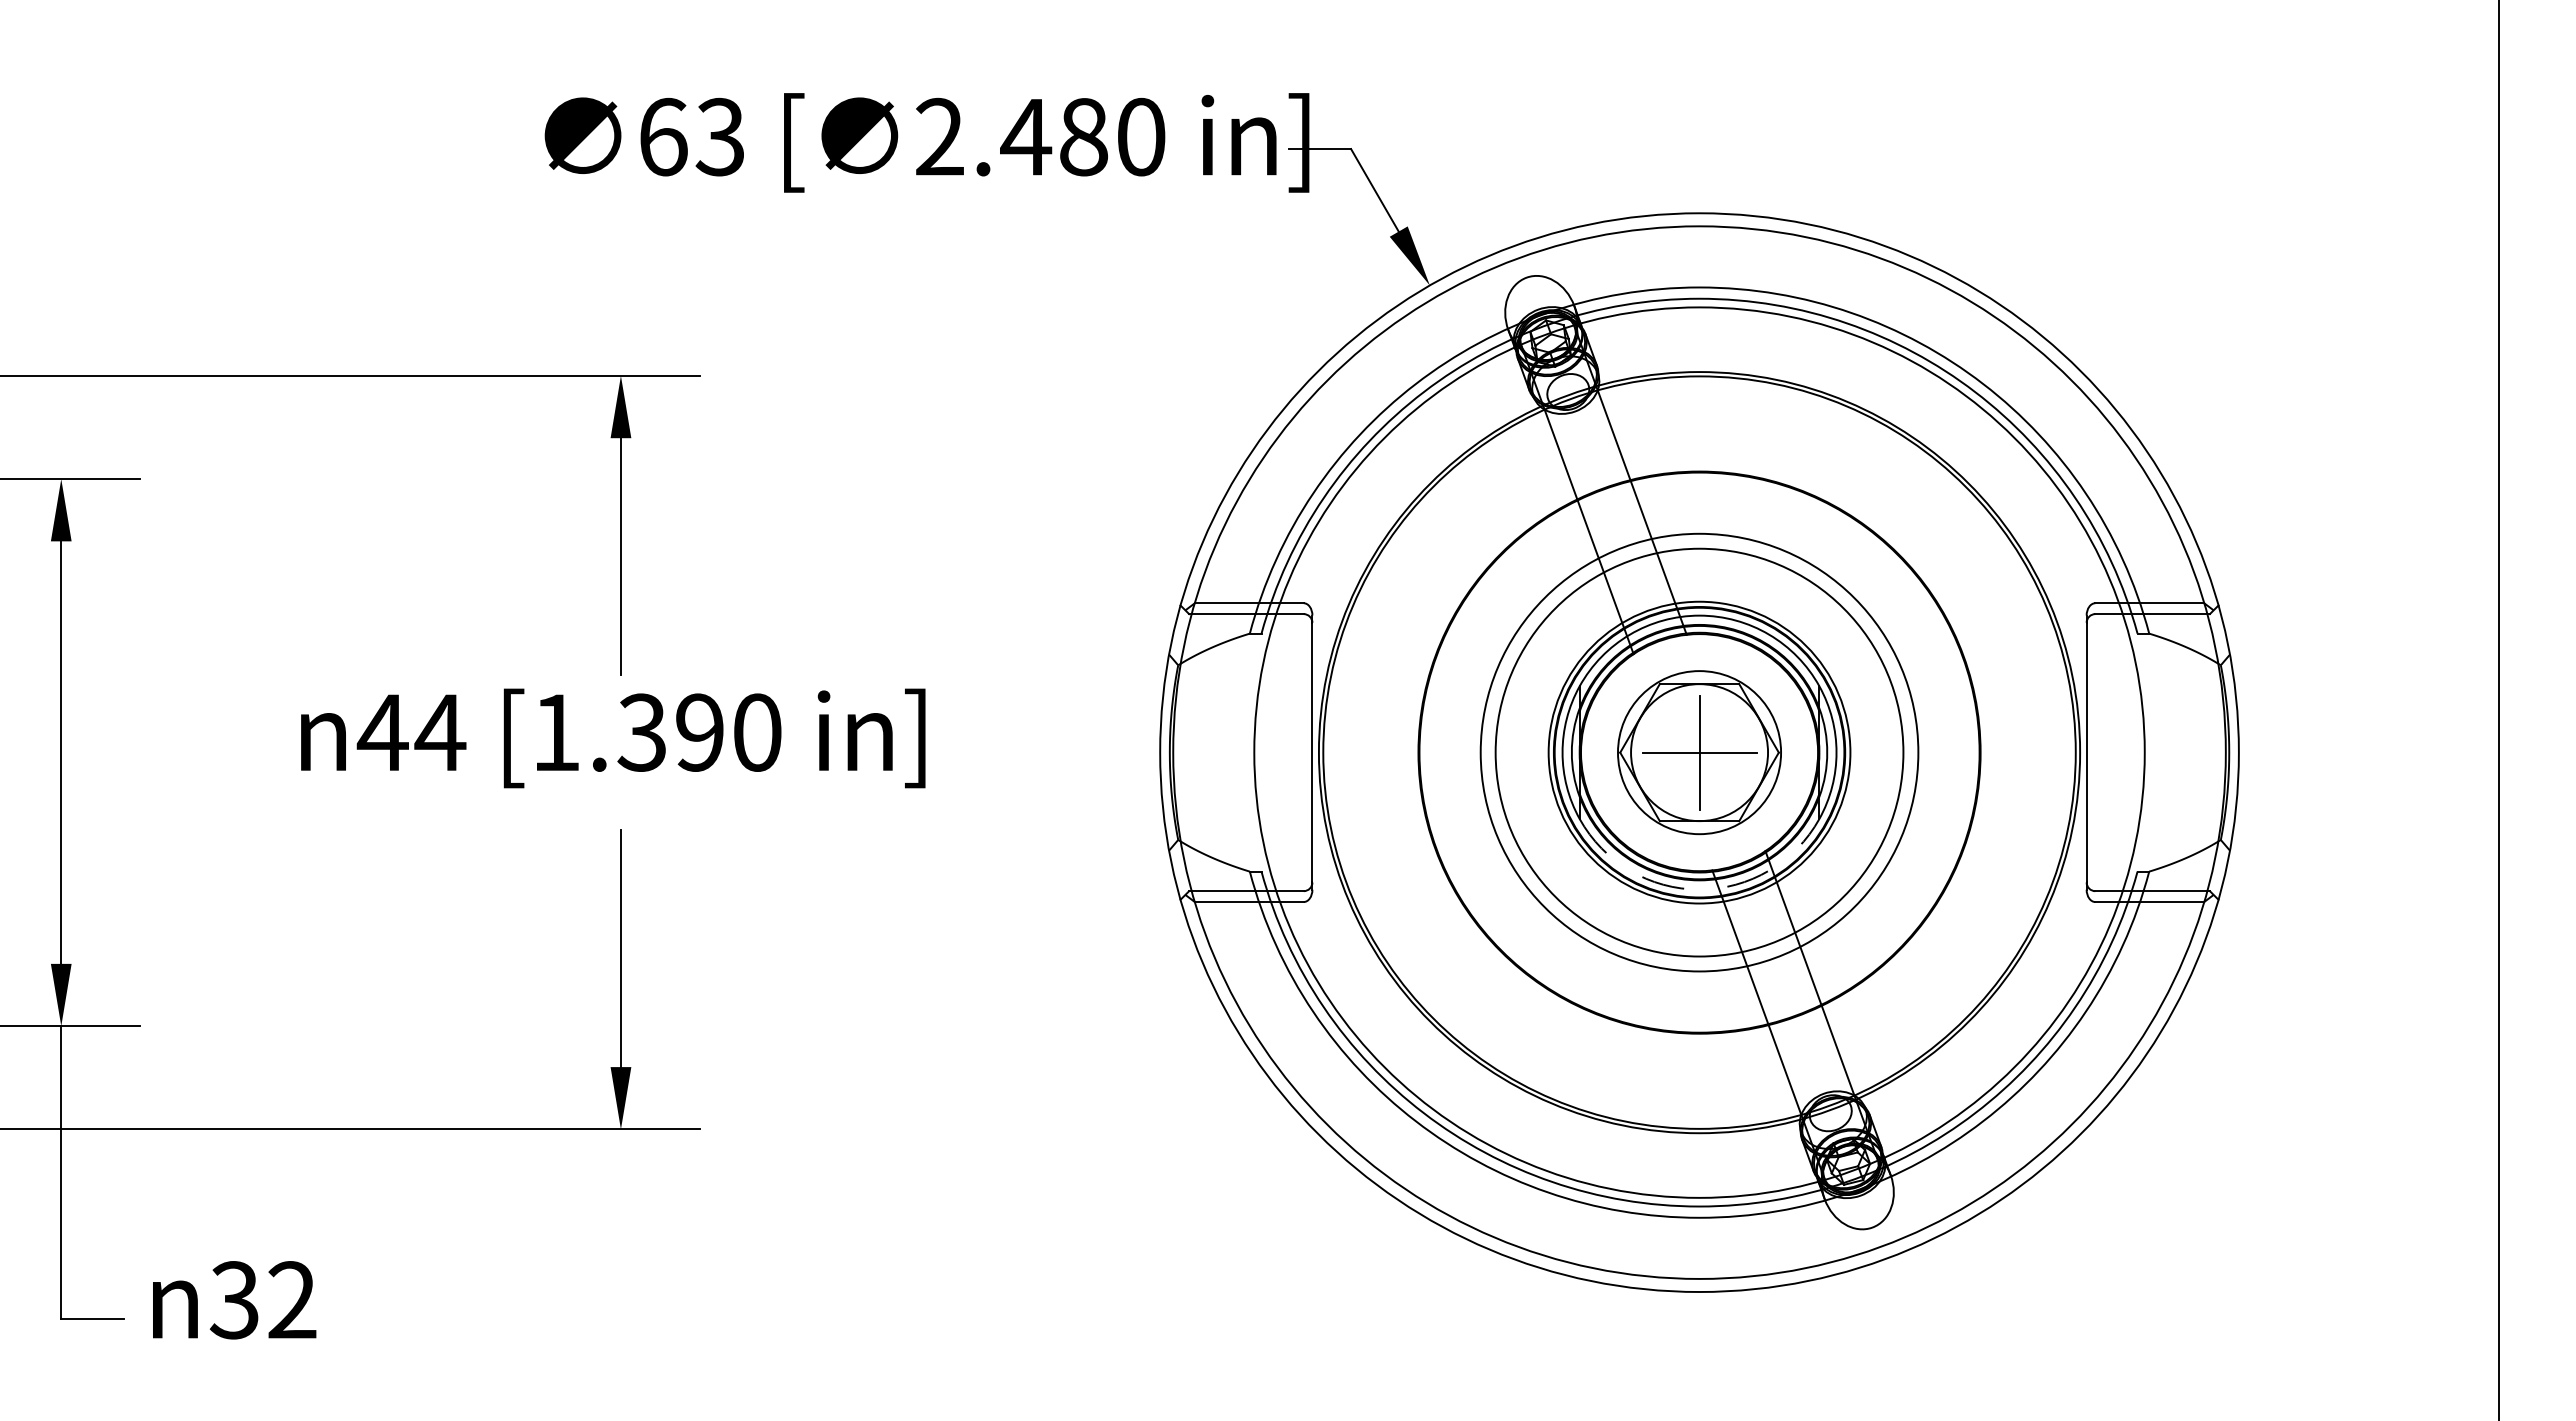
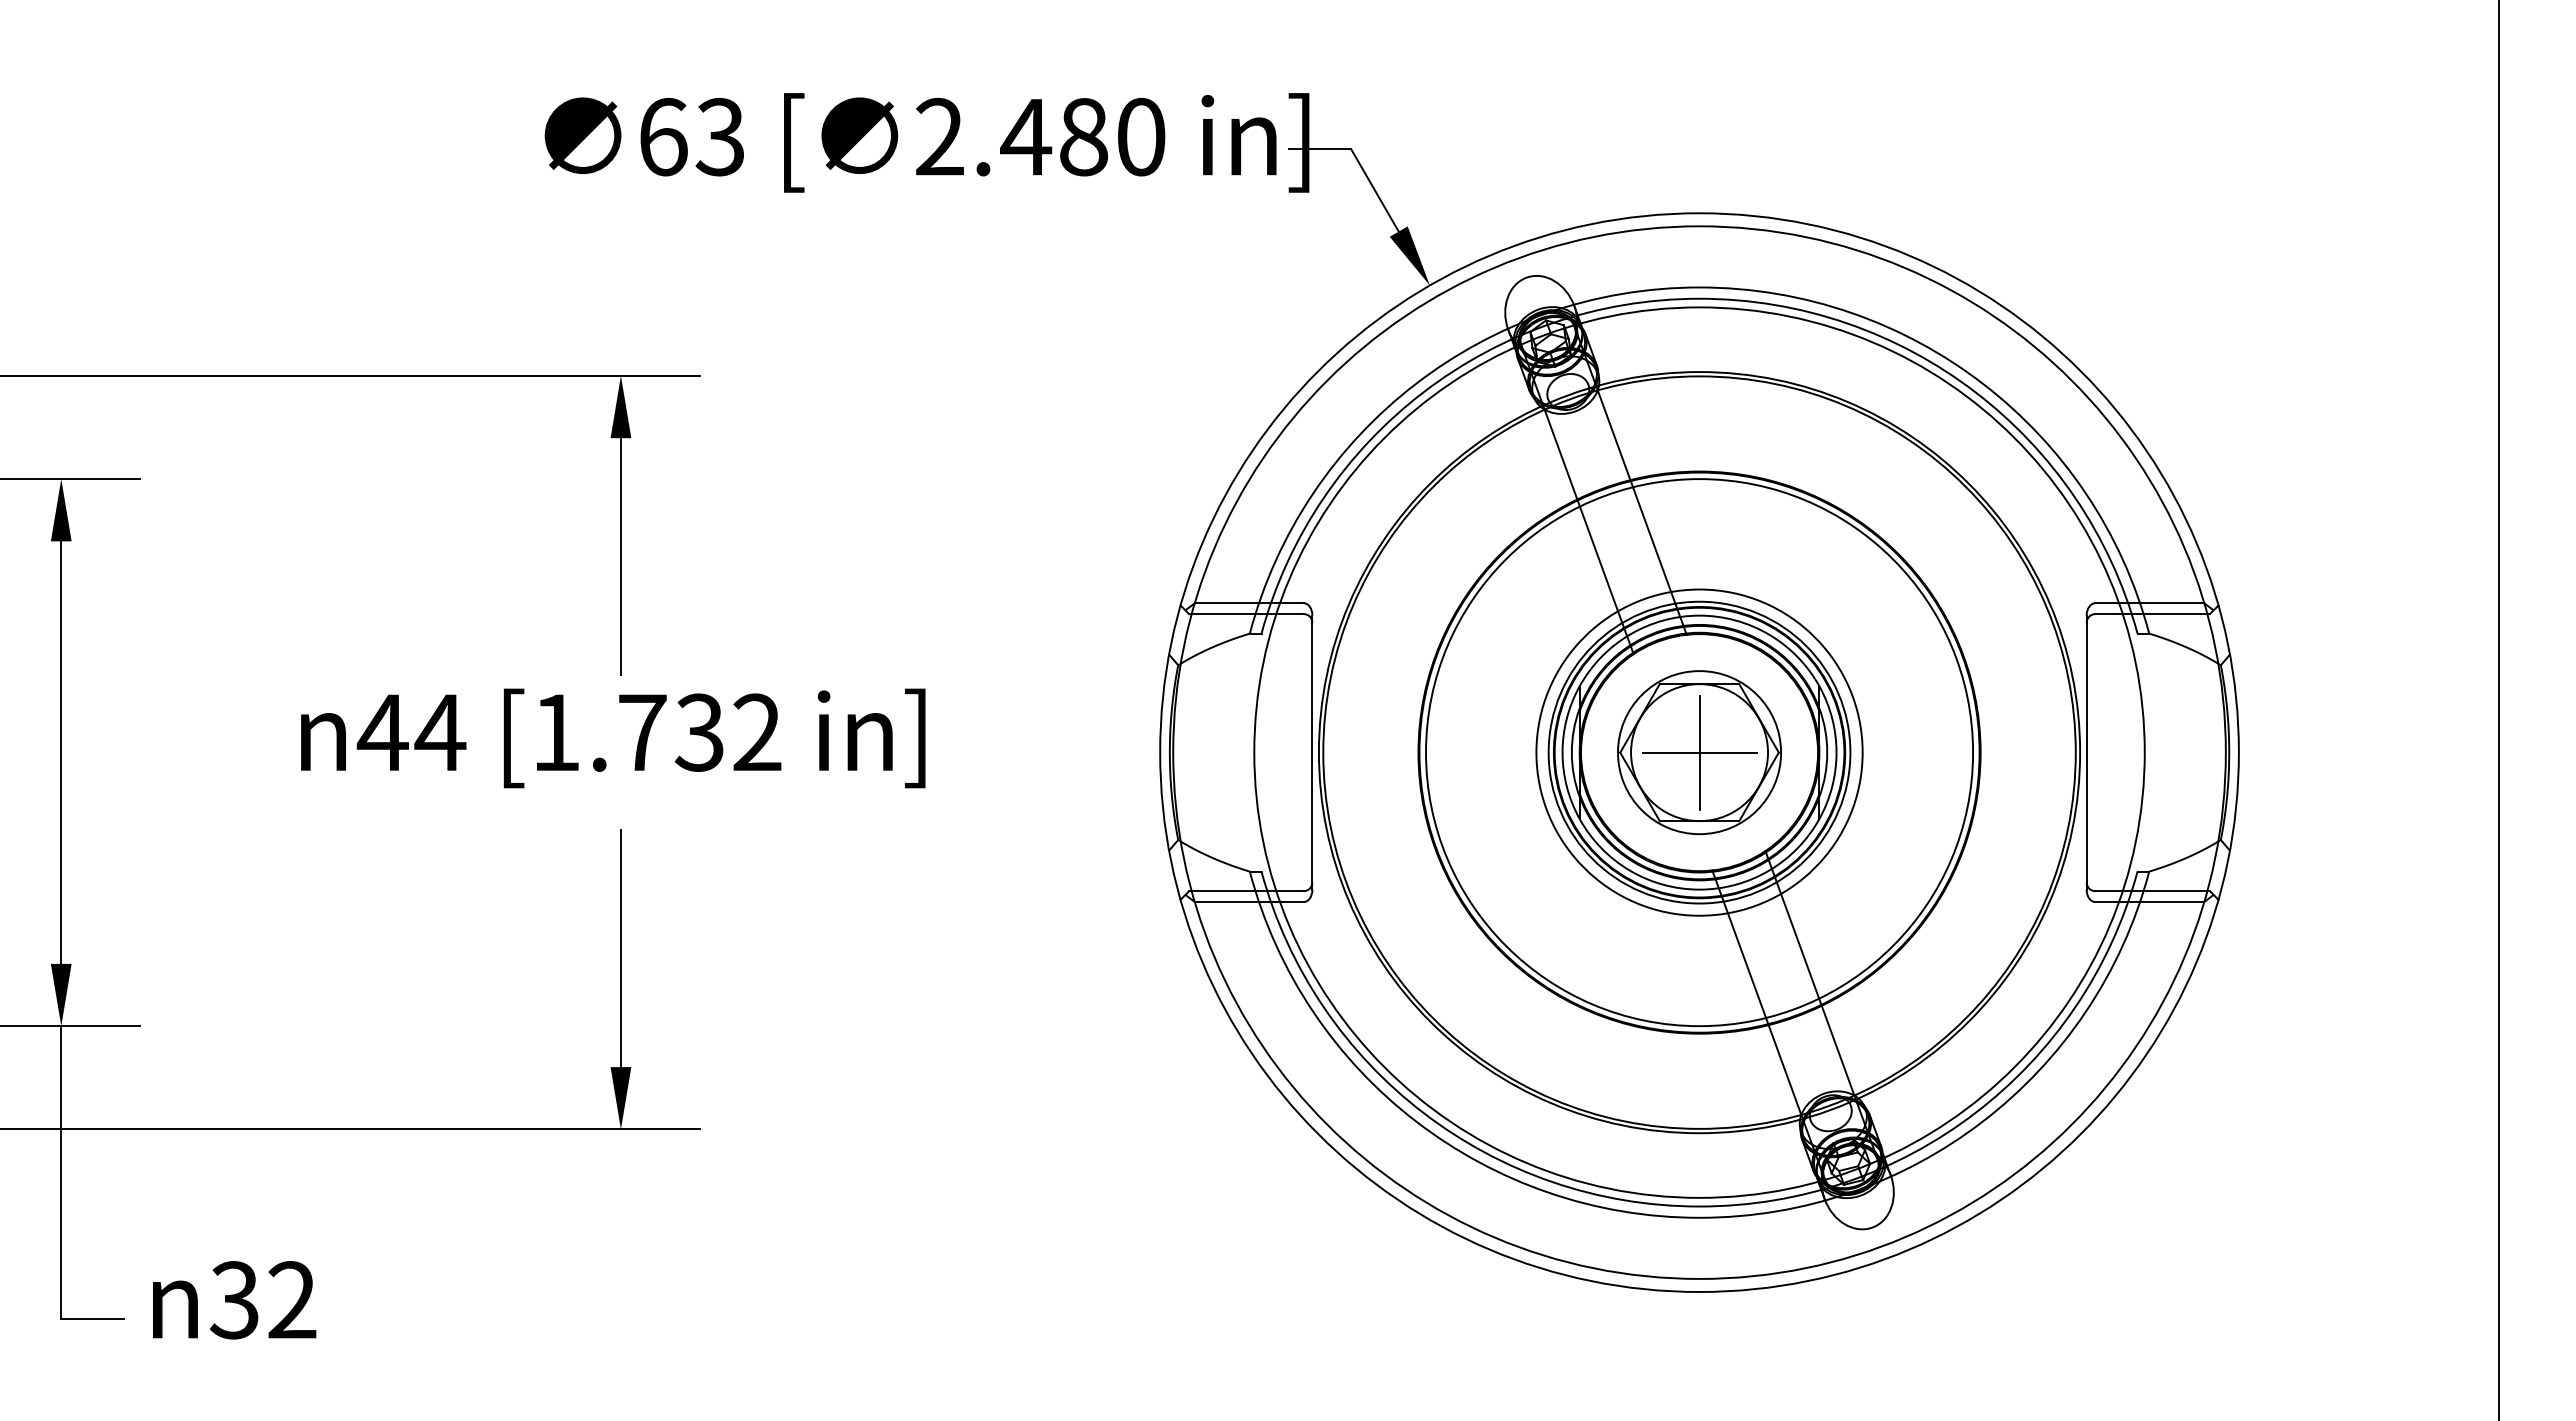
text at (699, 732): [1.390 -> [1.732
circle at (1699, 752) diameter: 408 px -> 326 px
circle at (1699, 752) diameter: 438 px -> 547 px
arc at (1699, 889): dashed -> solid
